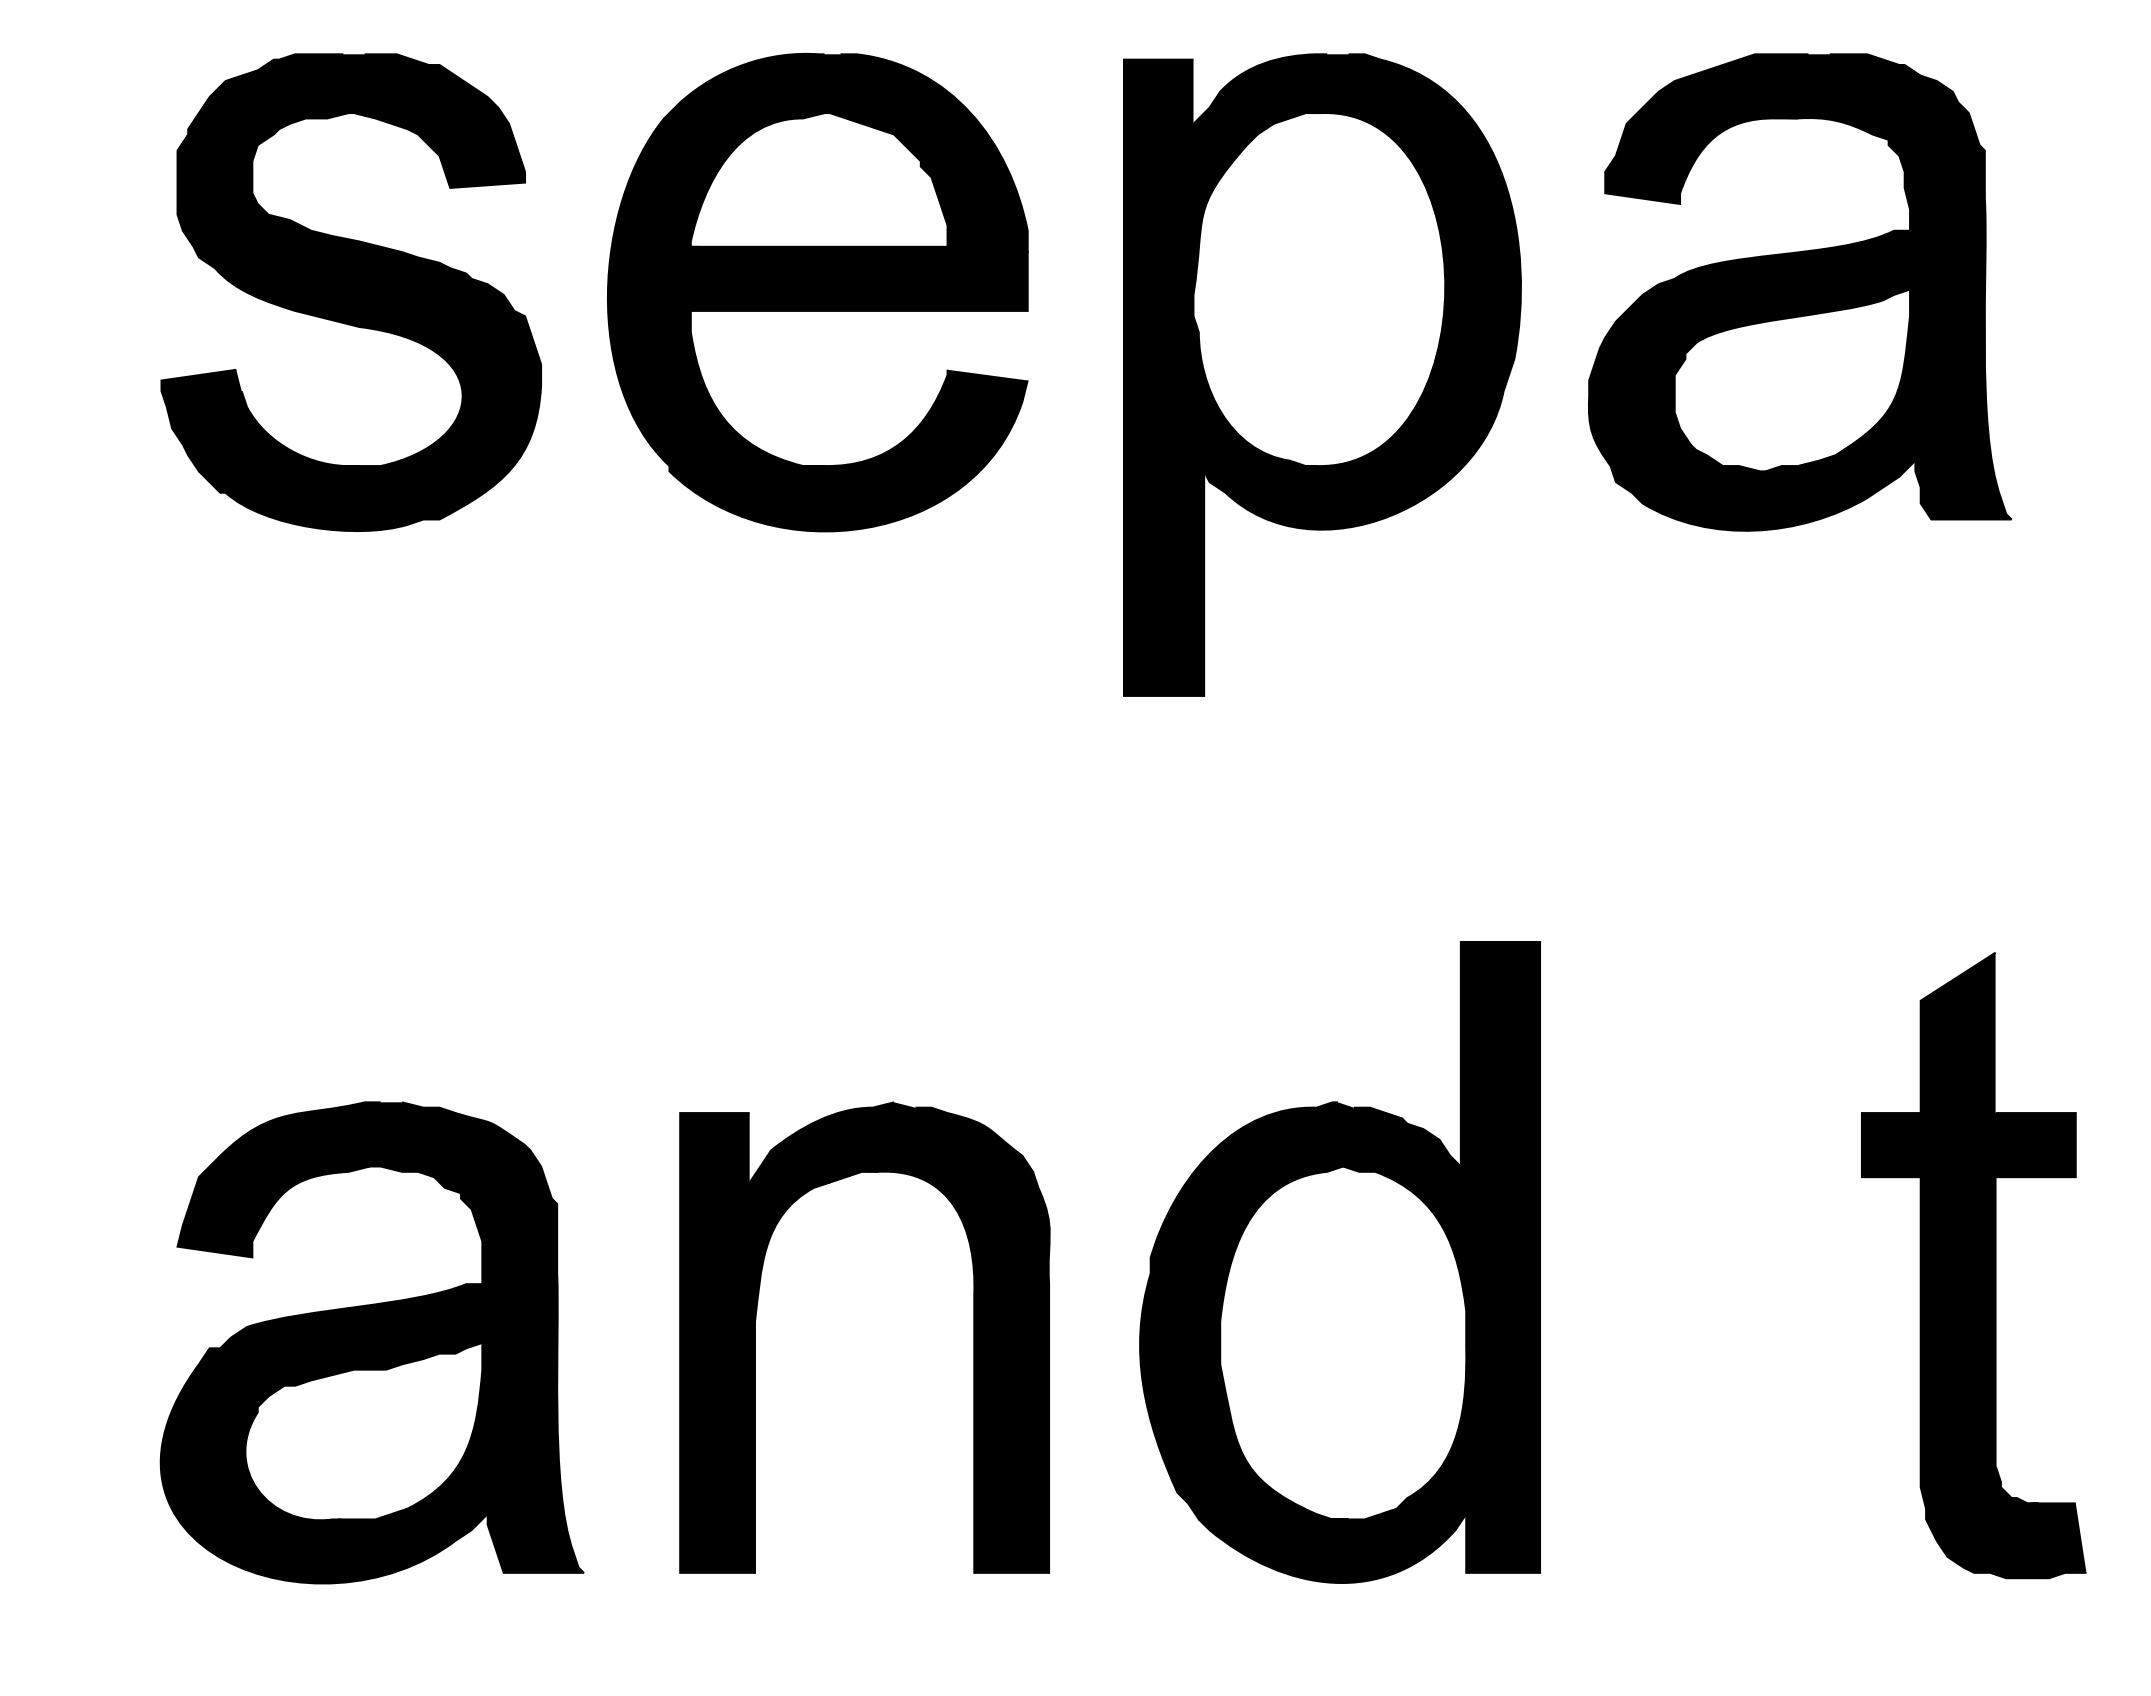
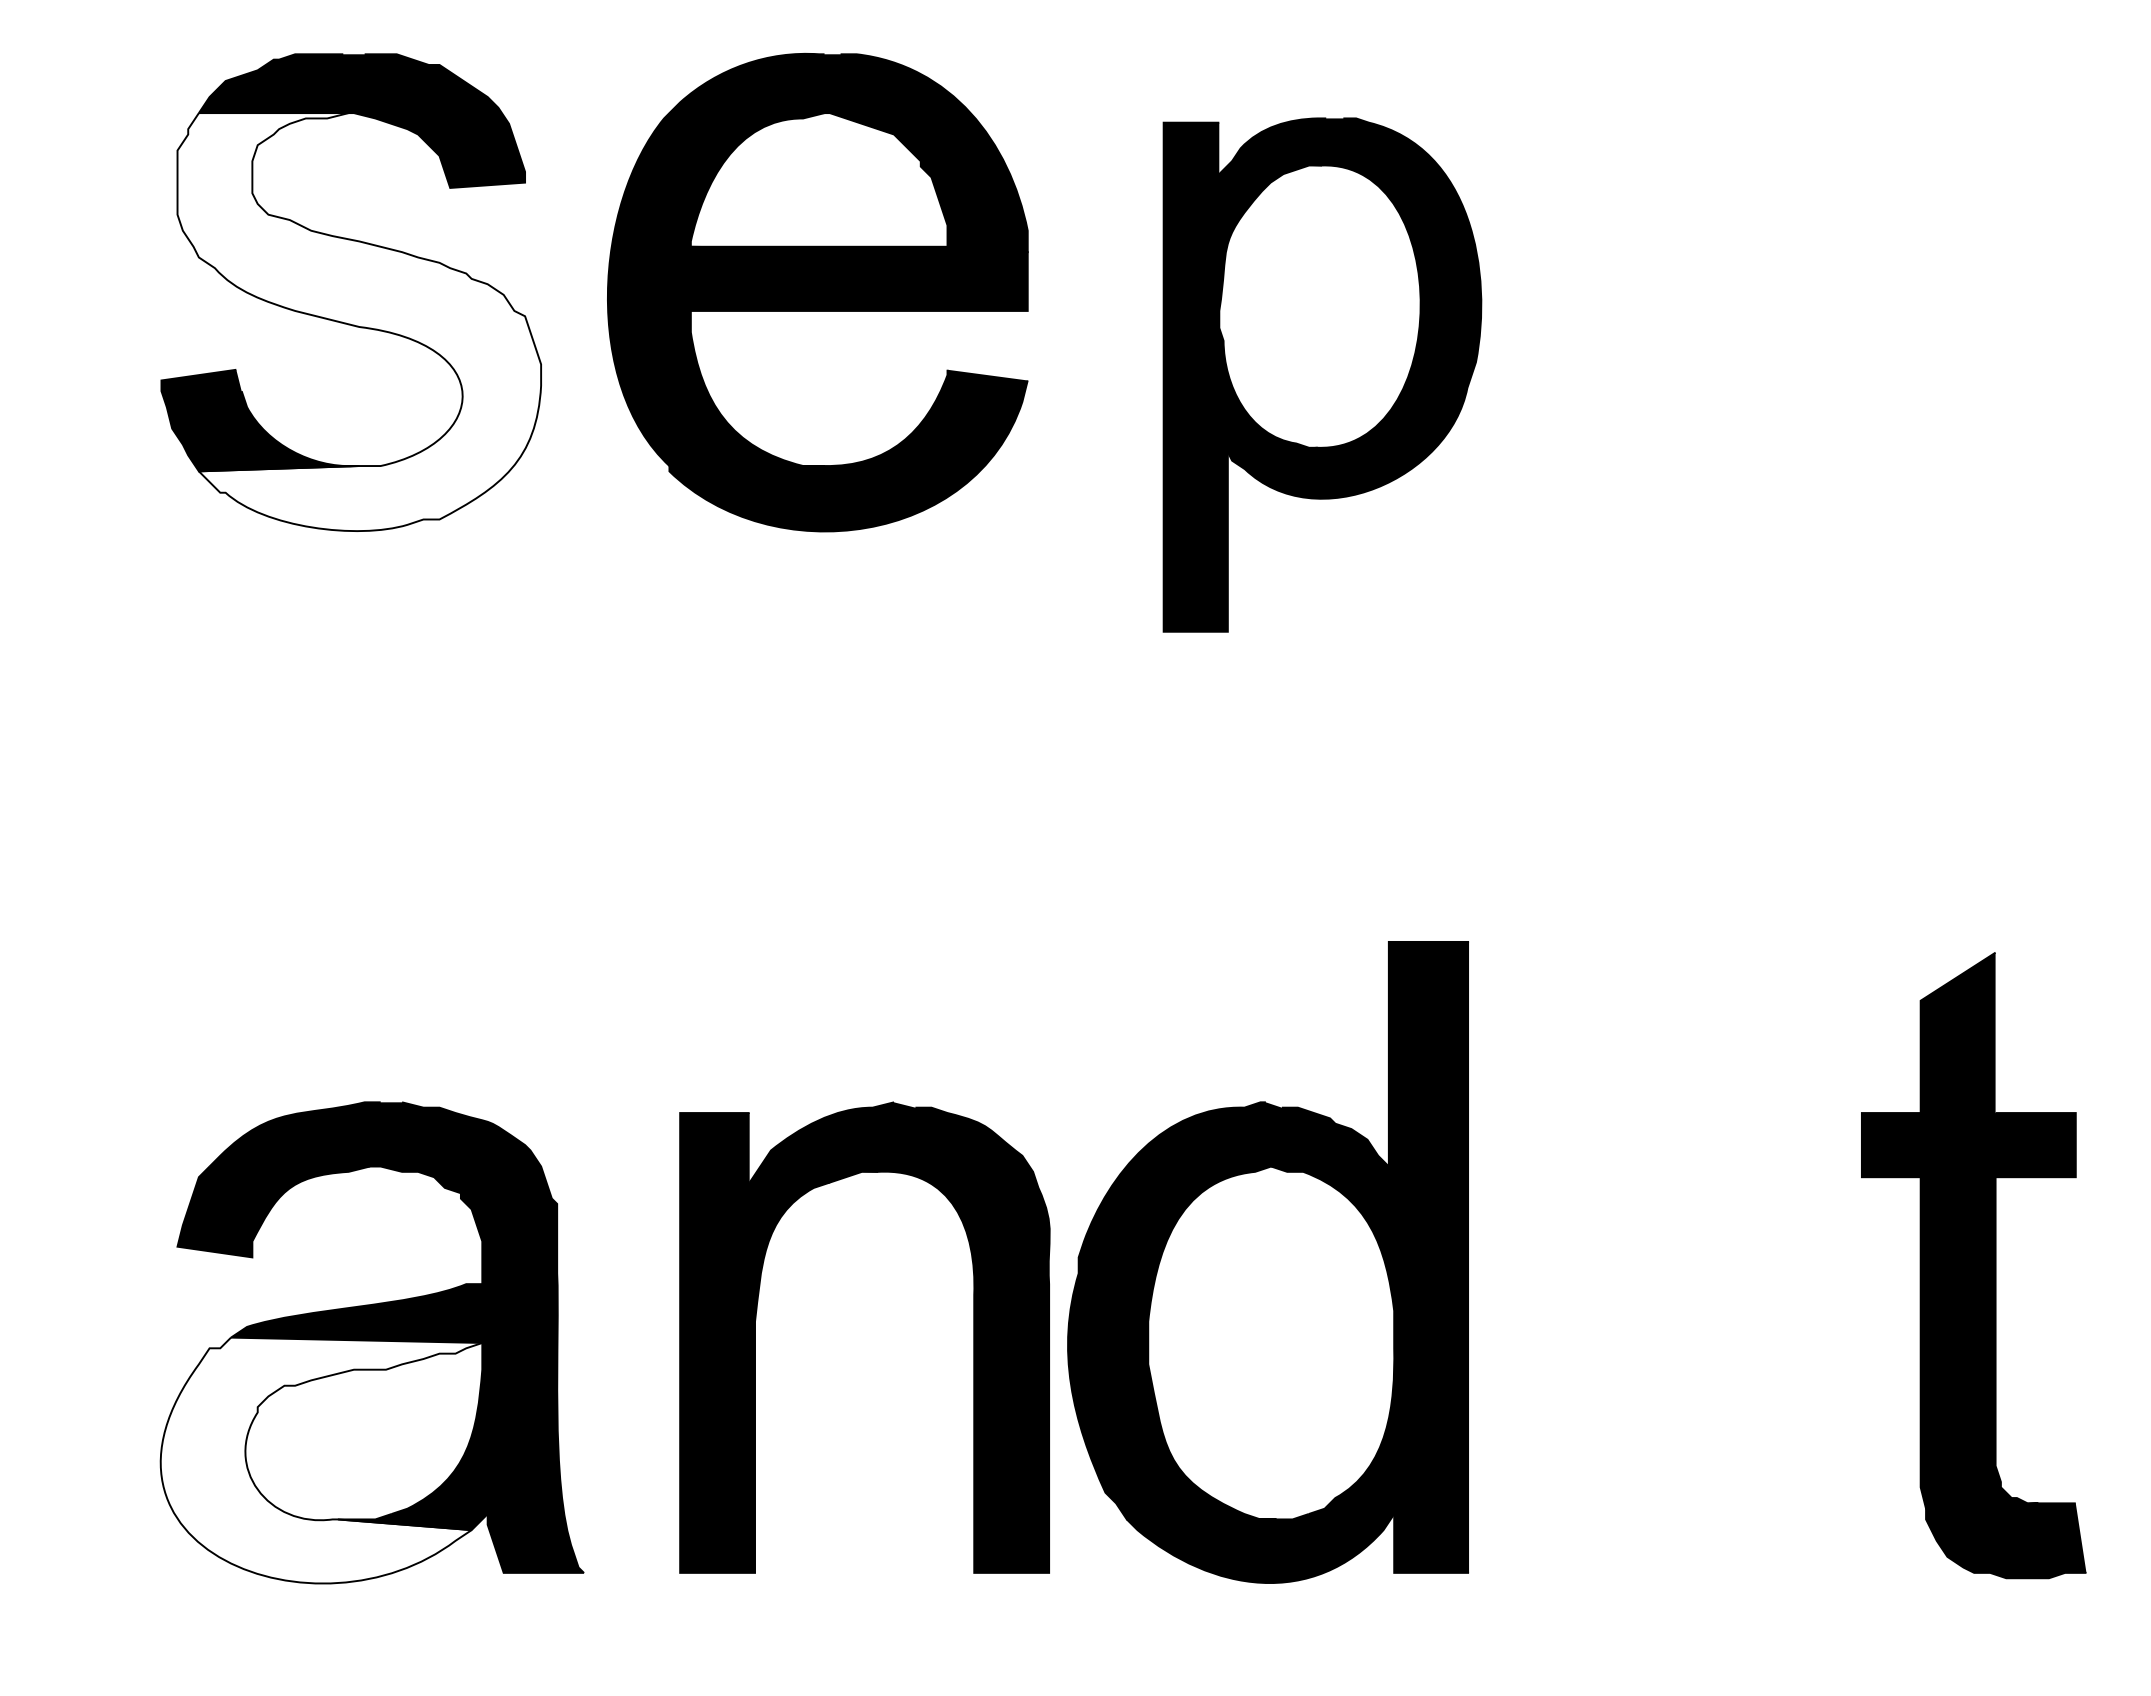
part at (1799, 292): present -> none
fill at (359, 322): present -> none
part at (1322, 374) size: 399x644 px -> 321x516 px
part at (1340, 1262) position: (1340, 1262) -> (1268, 1262)
fill at (321, 1460): present -> none
